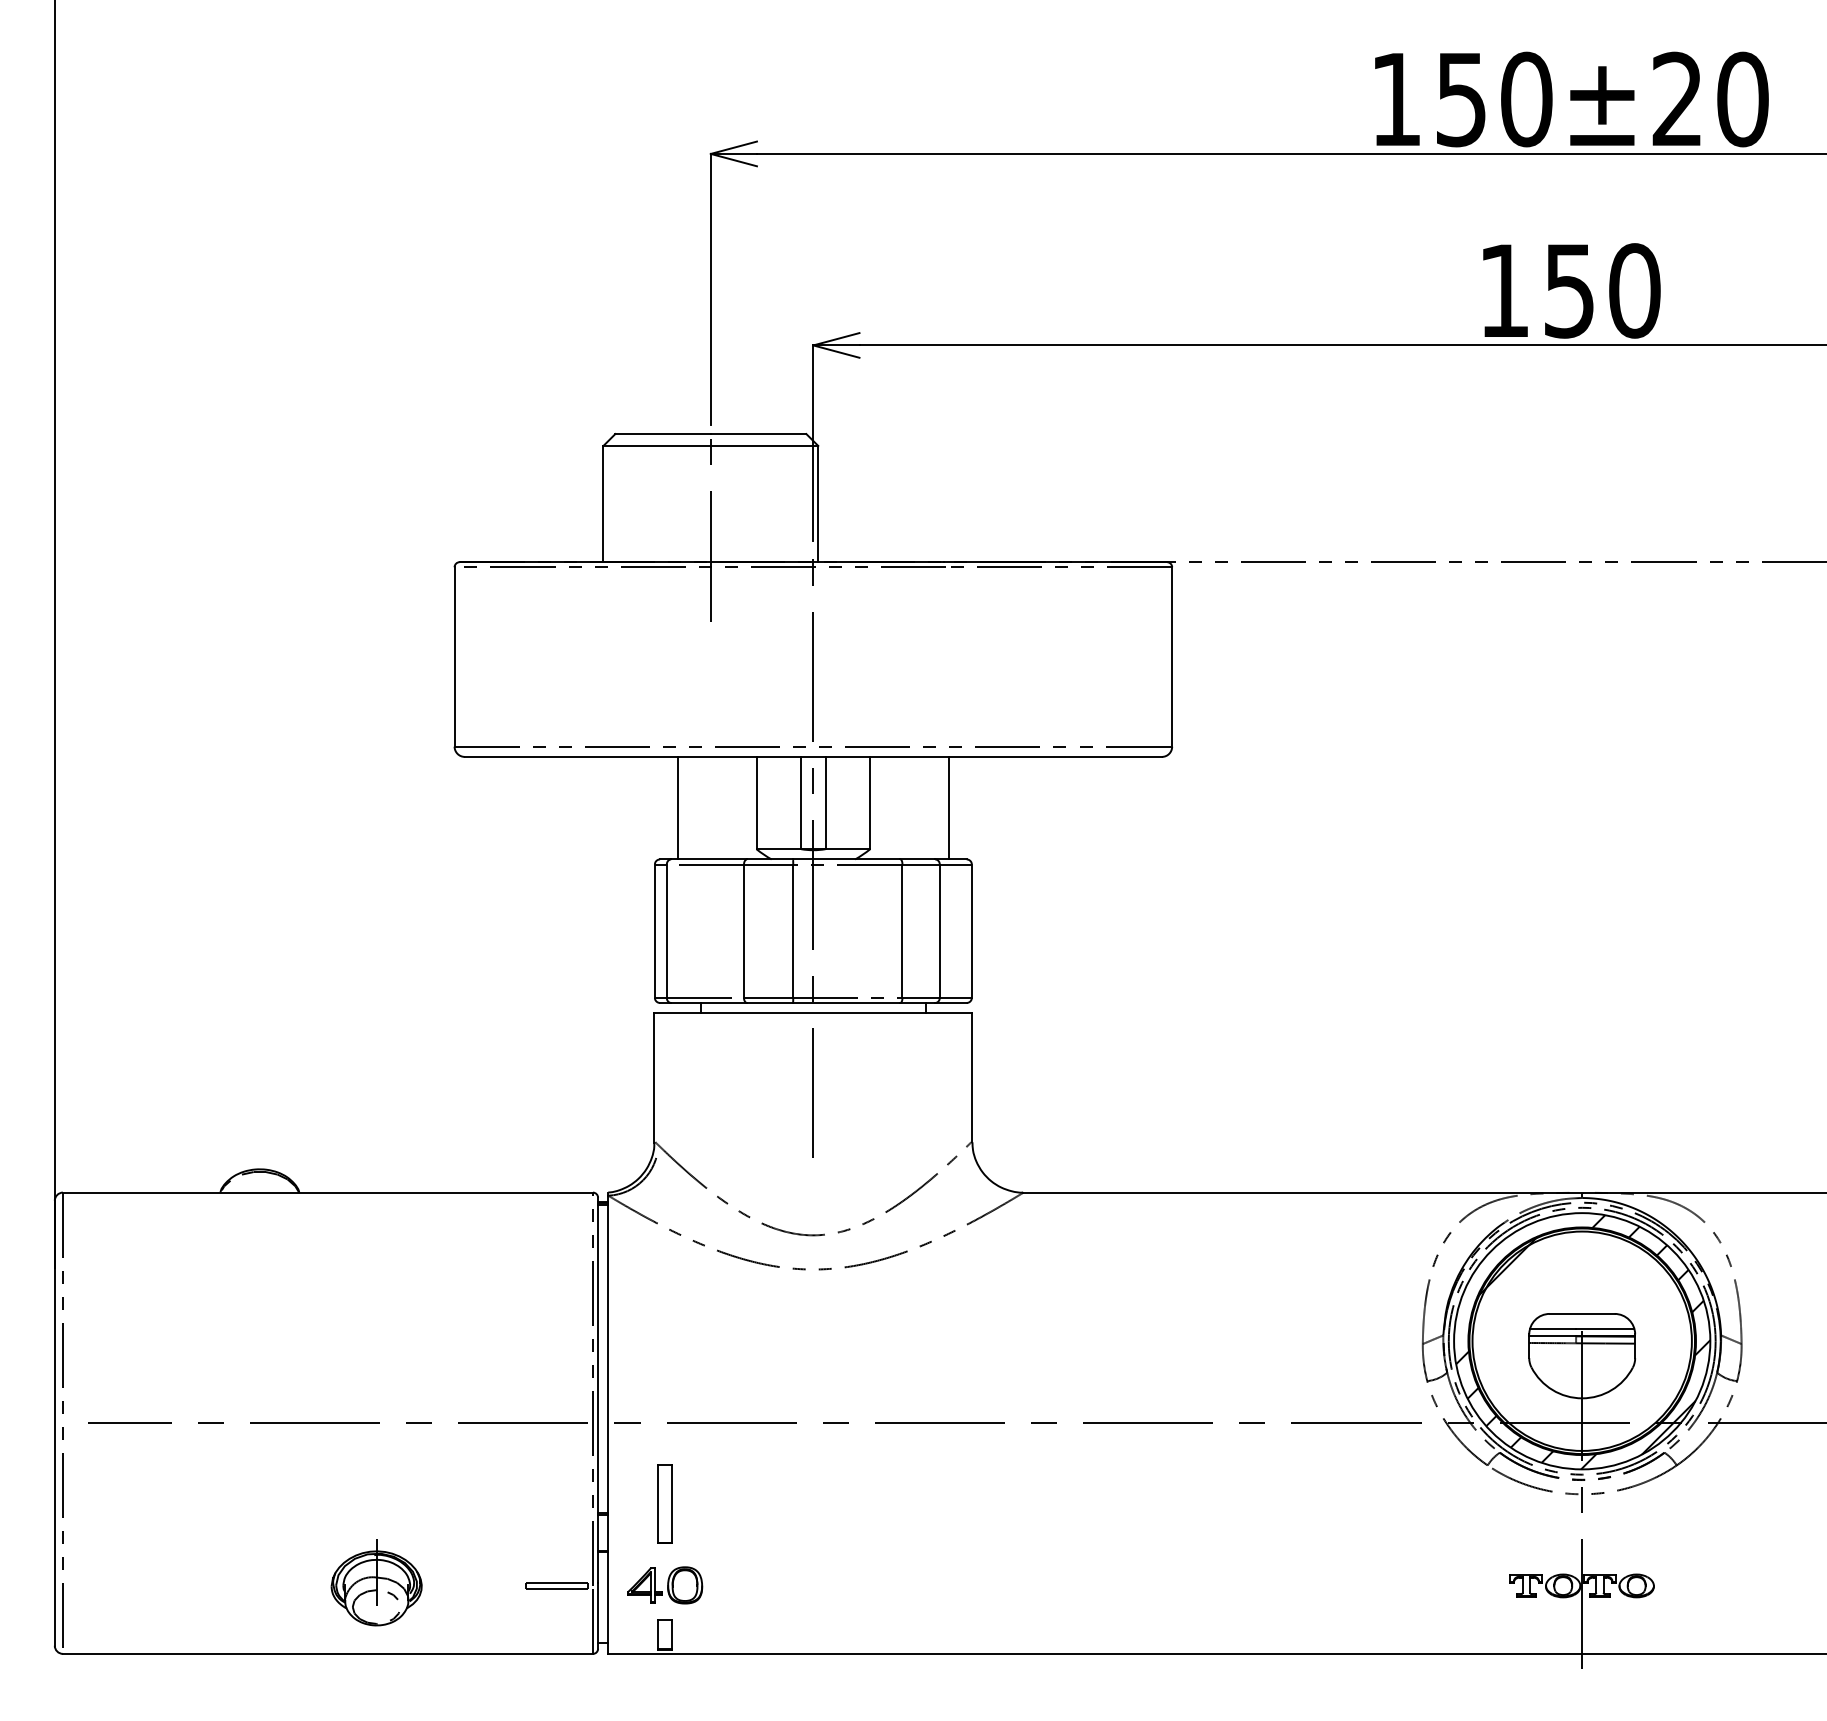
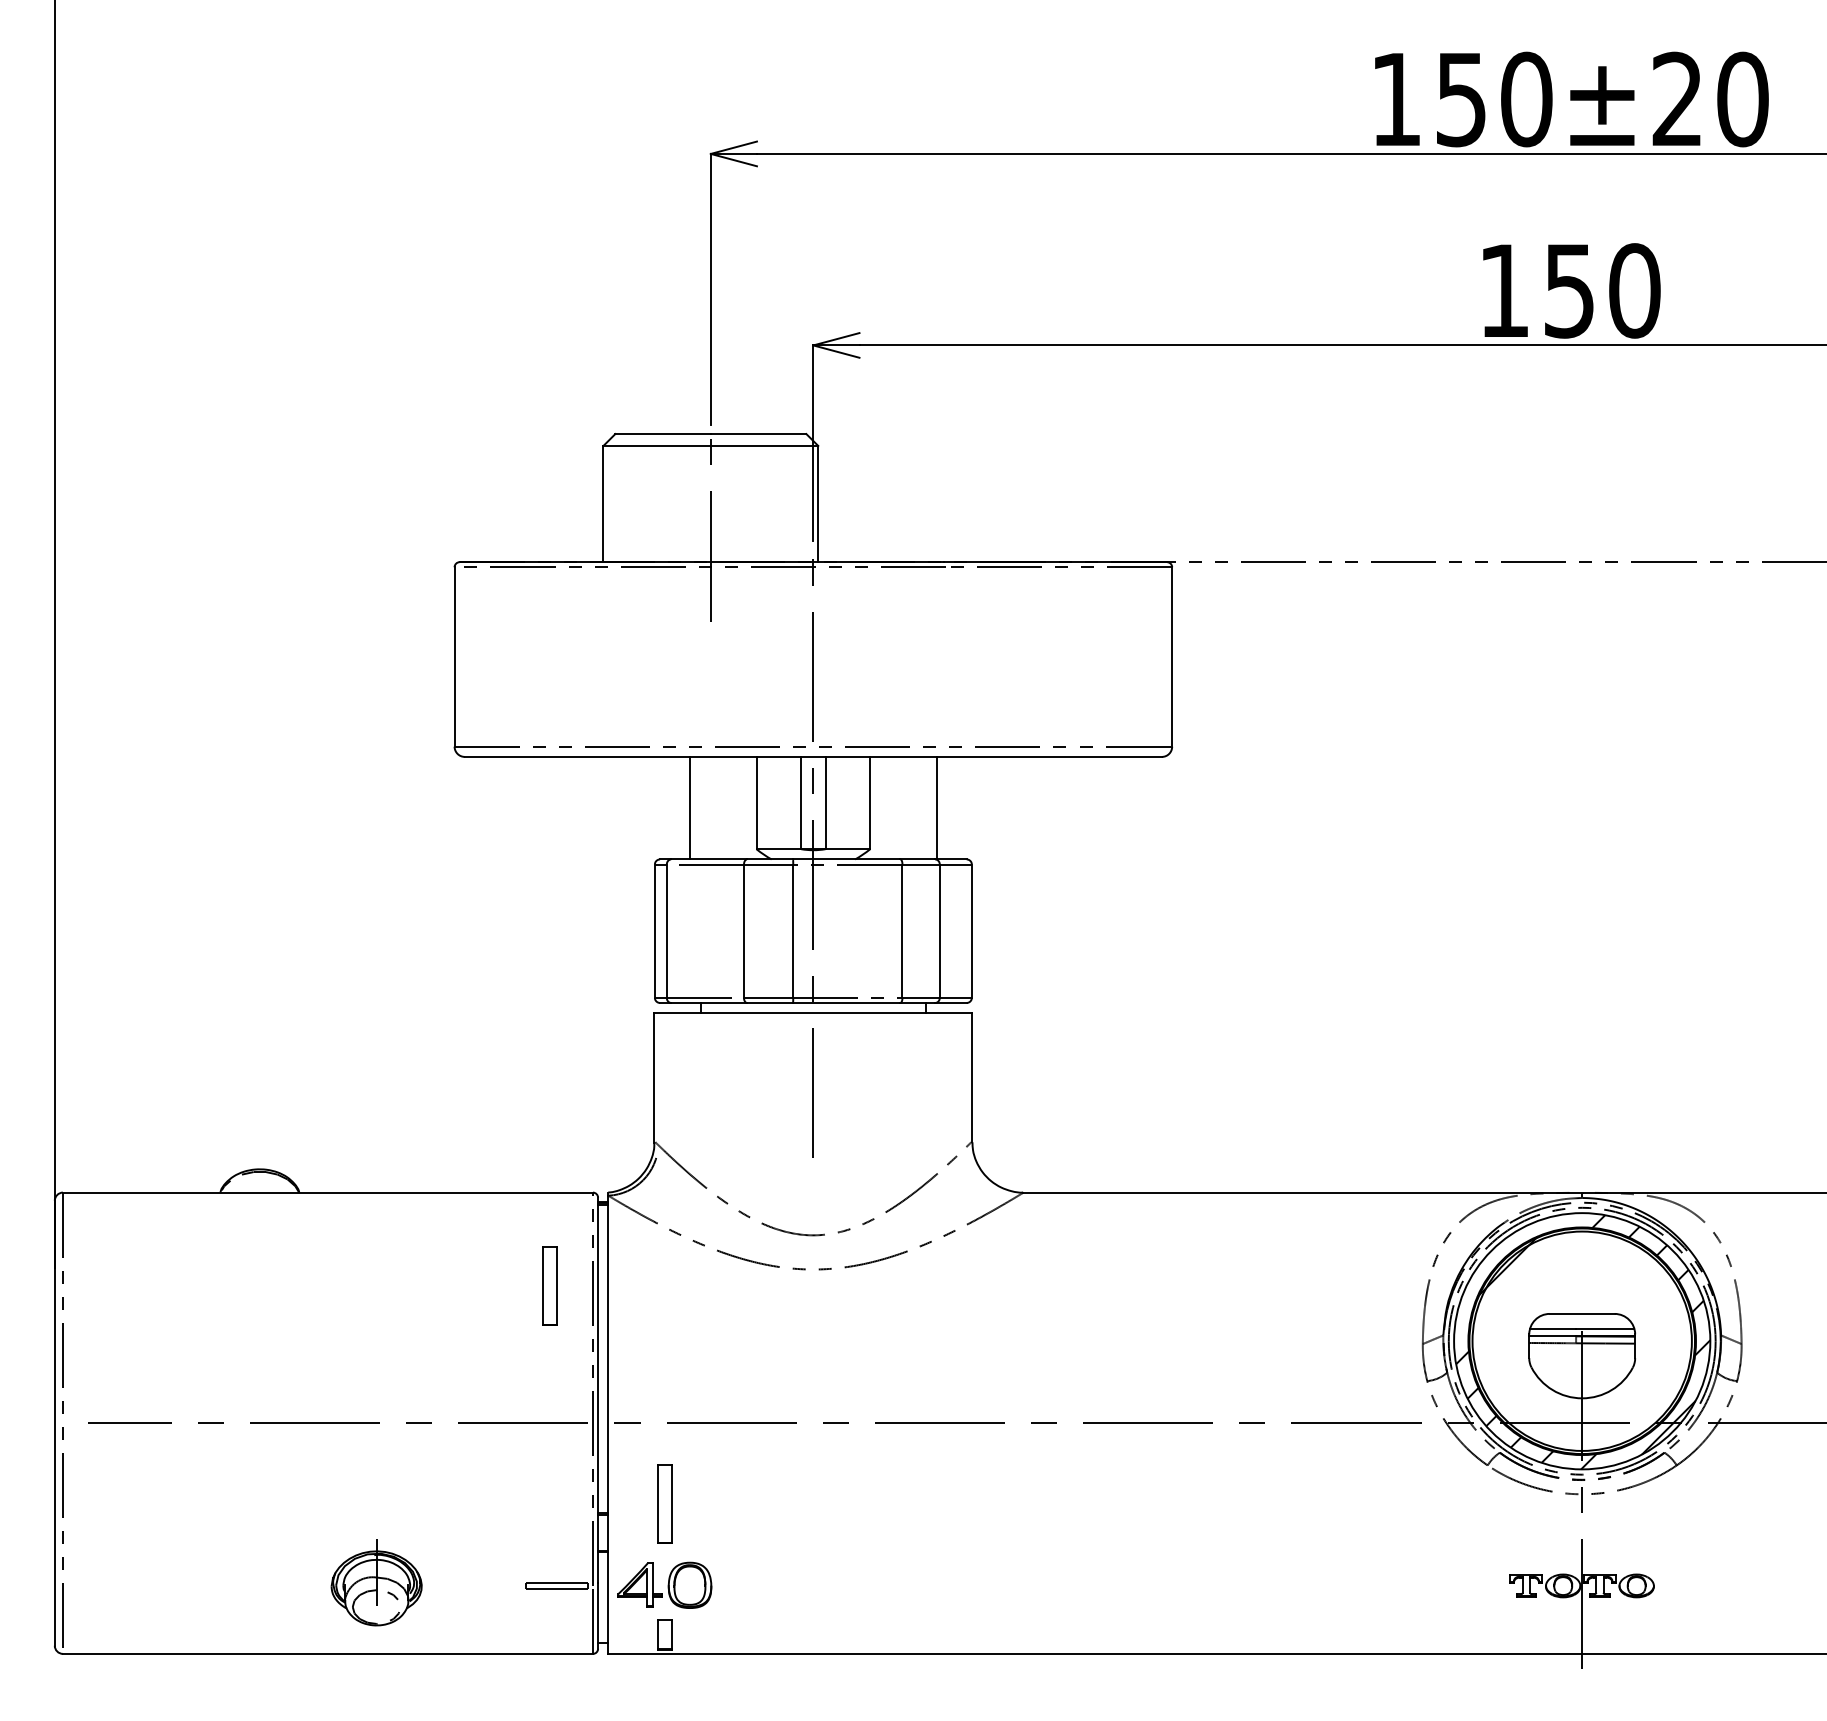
line at (677, 807) position: (677, 807) -> (689, 807)
line at (948, 807) position: (948, 807) -> (936, 807)
part at (549, 1285): none -> present
part at (665, 1585) size: 77x39 px -> 96x48 px
